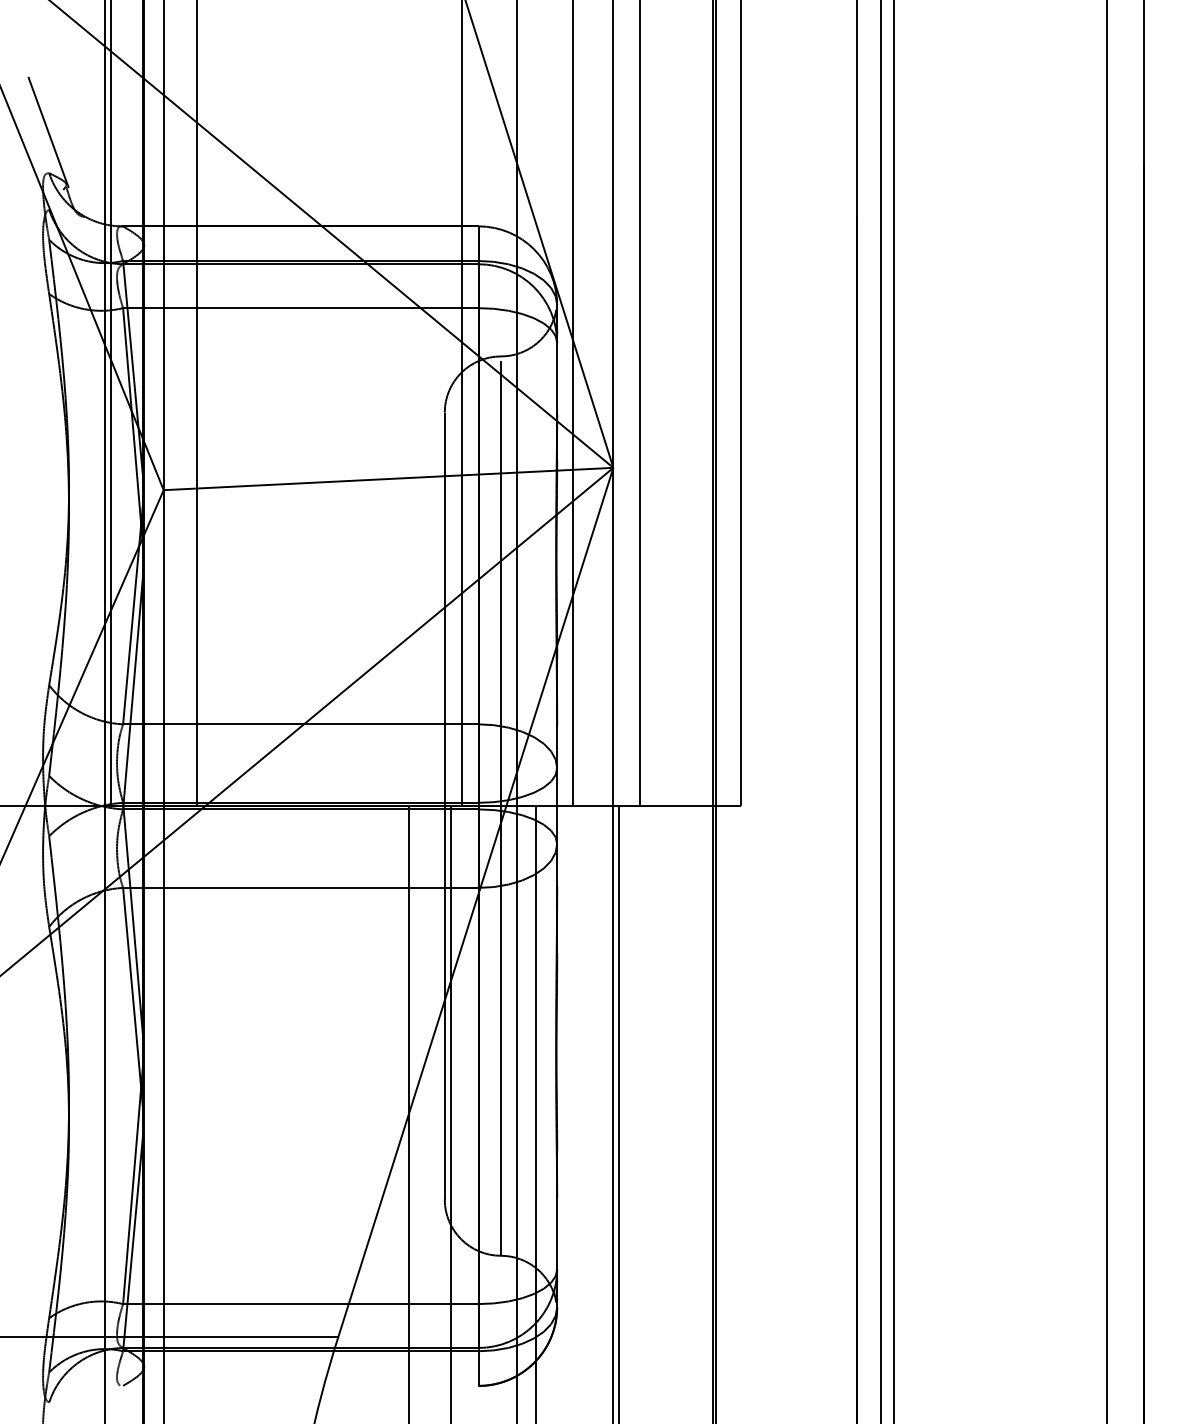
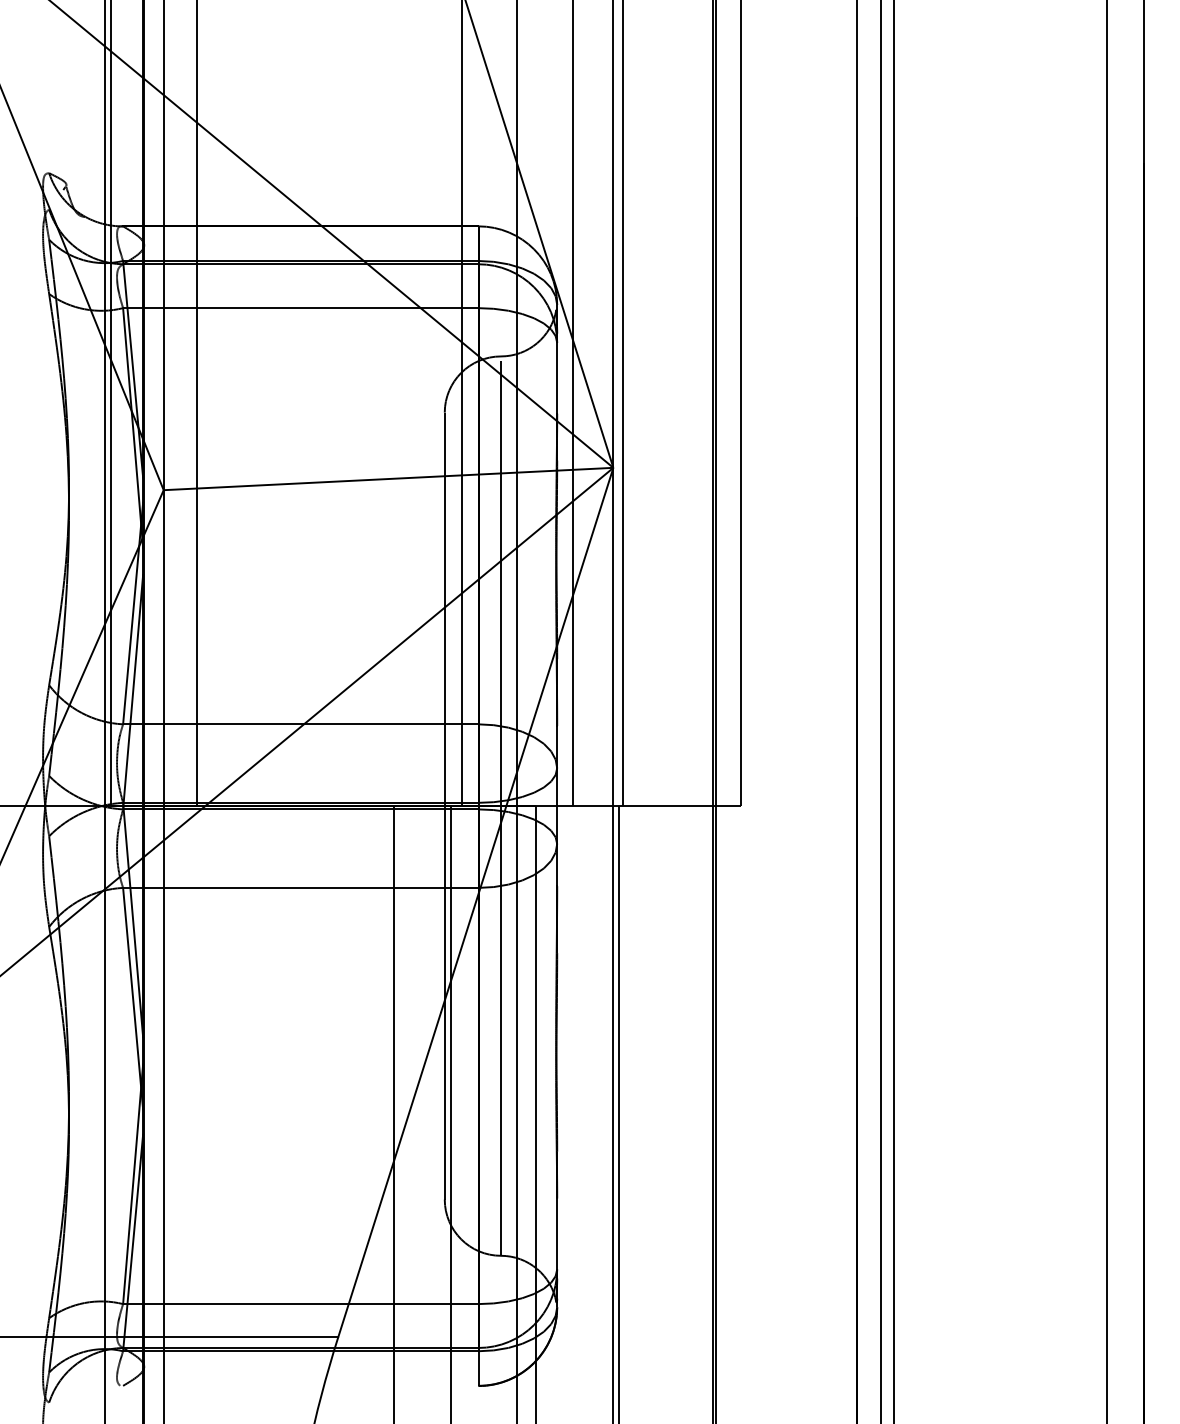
line at (48, 132): present -> none
line at (640, 404) position: (640, 404) -> (623, 404)
line at (409, 1113) position: (409, 1113) -> (394, 1113)
